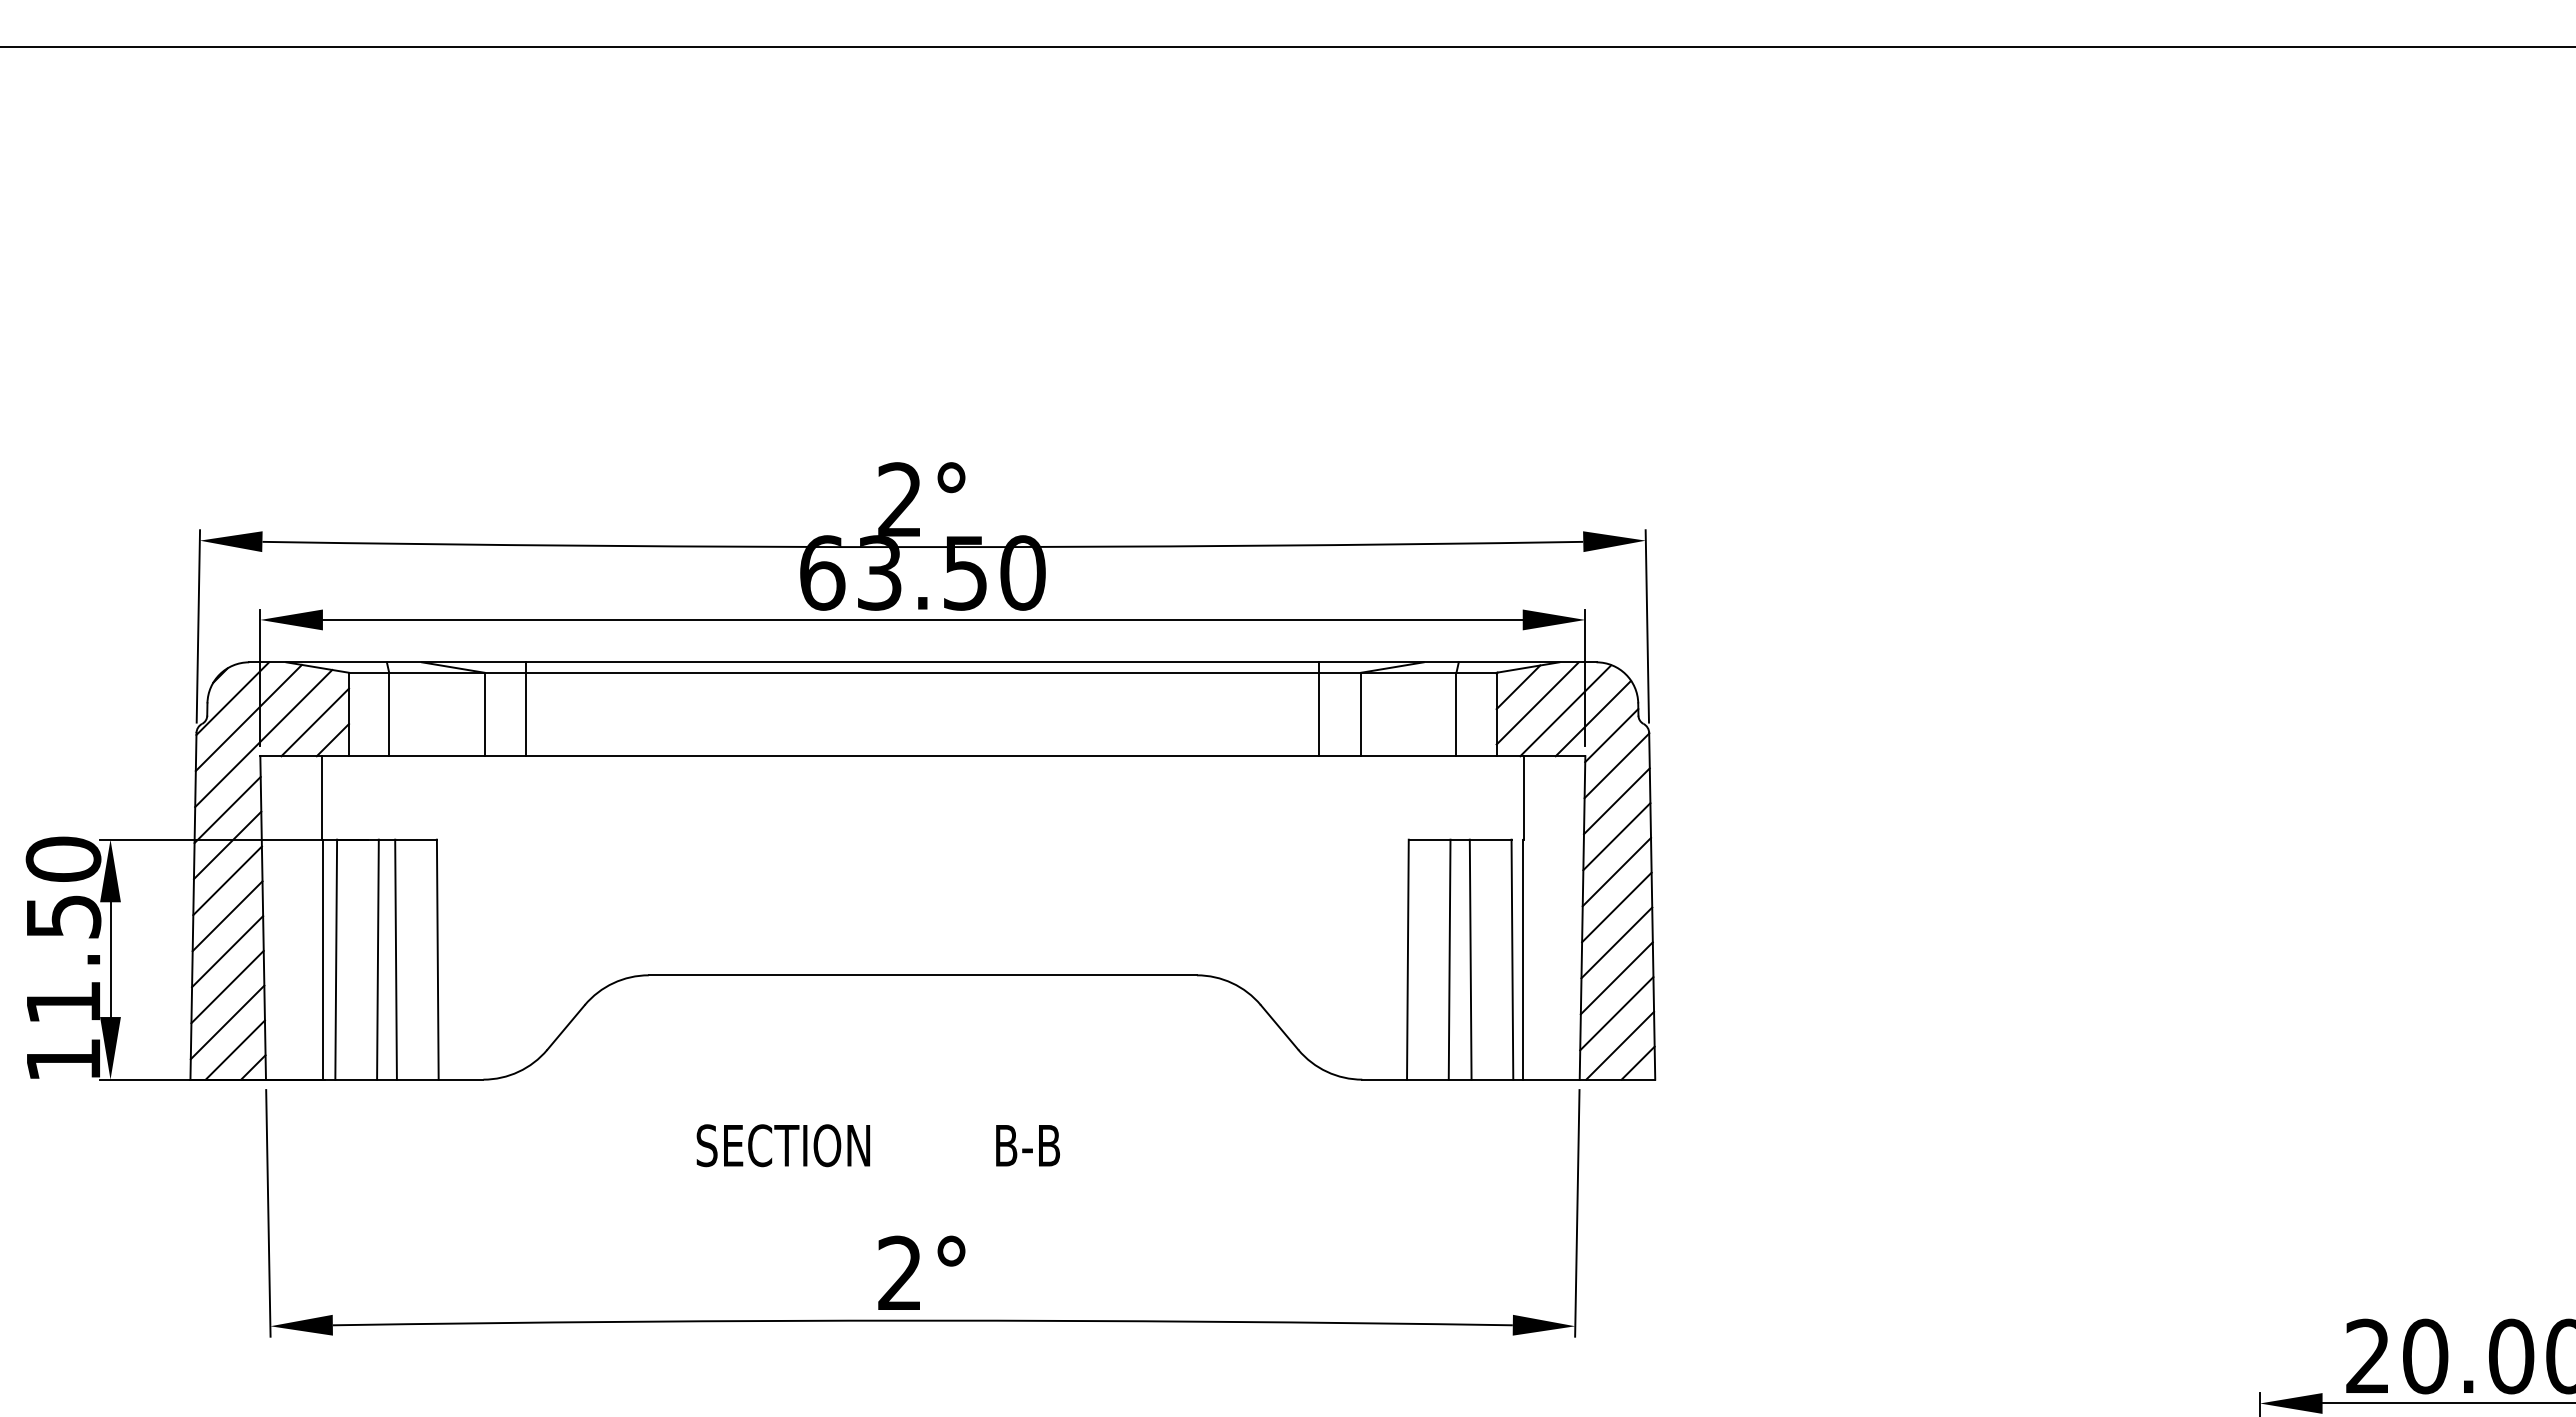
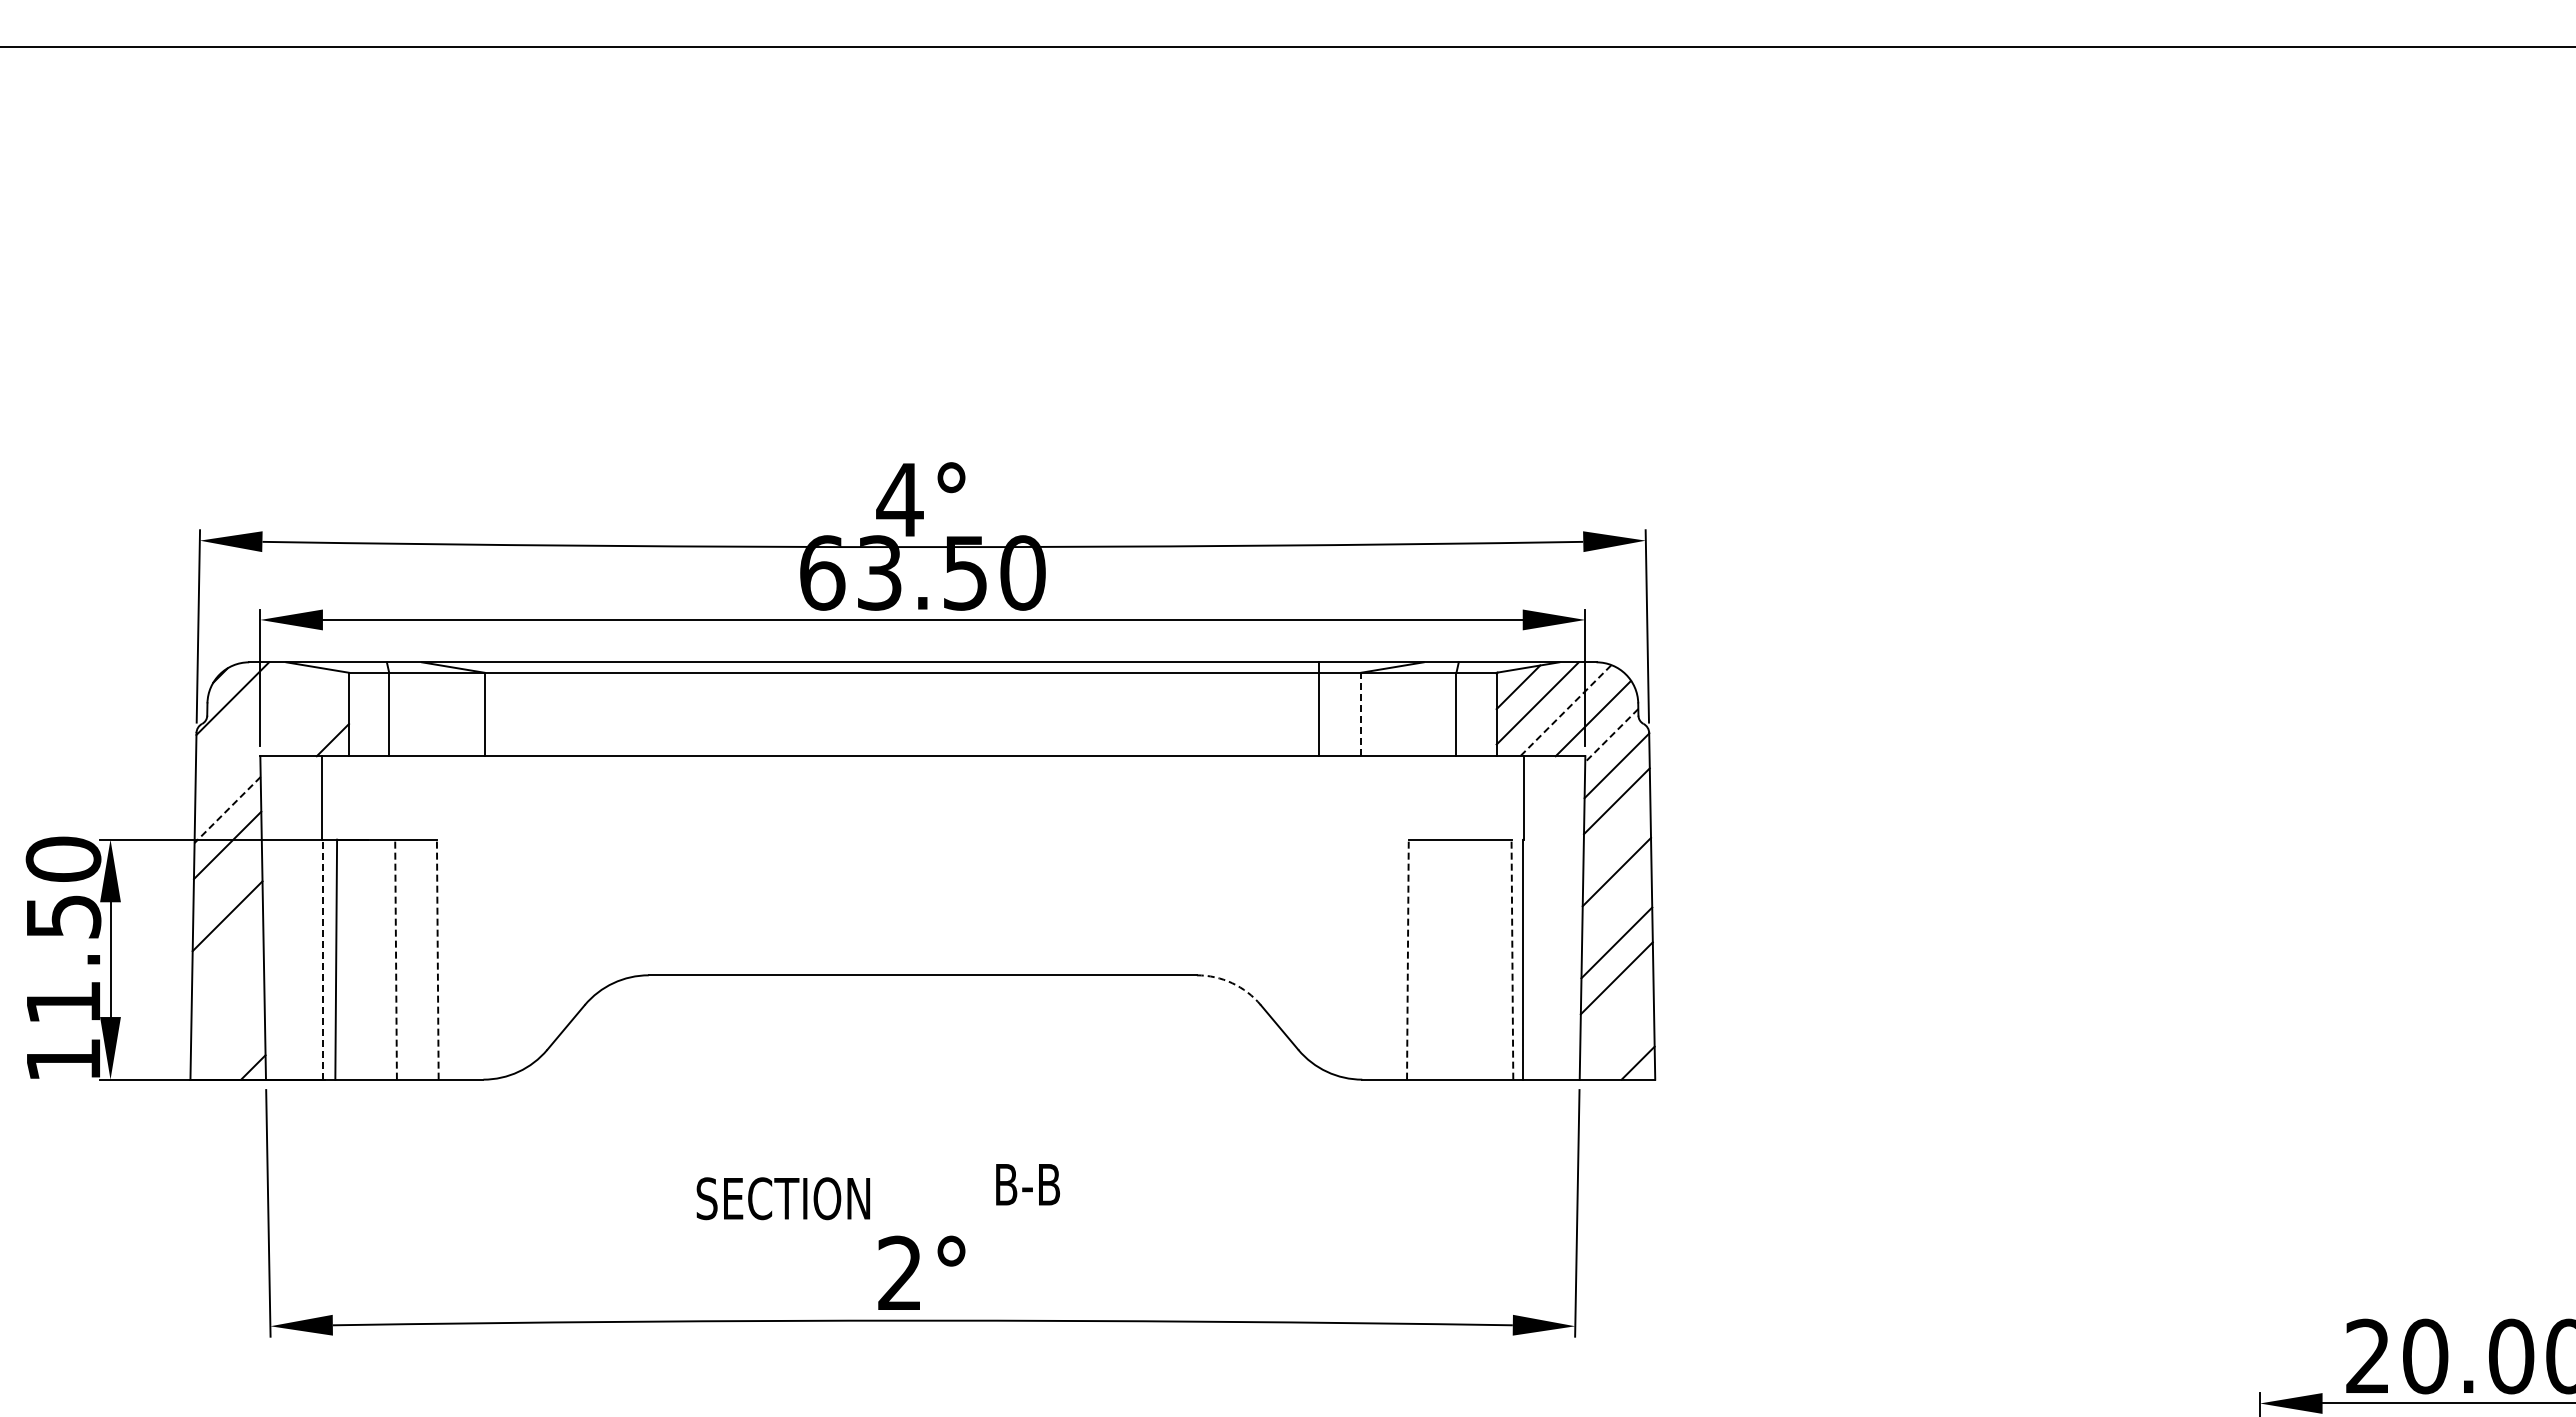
text at (899, 499): 2° -> 4°
line at (526, 709): present -> none
line at (1565, 711): solid -> dashed
line at (1361, 714): solid -> dashed
line at (248, 717): present -> none
line at (315, 722): present -> none
line at (1611, 735): solid -> dashed
line at (263, 738): present -> none
line at (227, 810): solid -> dashed
line at (1616, 836): present -> none
line at (227, 880): present -> none
line at (1616, 907): present -> none
line at (227, 951): present -> none
line at (322, 959): solid -> dashed
line at (377, 959): present -> none
line at (396, 959): solid -> dashed
line at (437, 959): solid -> dashed
line at (1407, 959): solid -> dashed
line at (1449, 959): present -> none
line at (1470, 959): present -> none
line at (1512, 959): solid -> dashed
arc at (1232, 983): solid -> dashed
line at (227, 986): present -> none
line at (1616, 1013): present -> none
line at (227, 1022): present -> none
line at (1620, 1045): present -> none
line at (234, 1049): present -> none
text at (782, 1145) position: (782, 1145) -> (782, 1198)
text at (1027, 1145) position: (1027, 1145) -> (1027, 1184)
